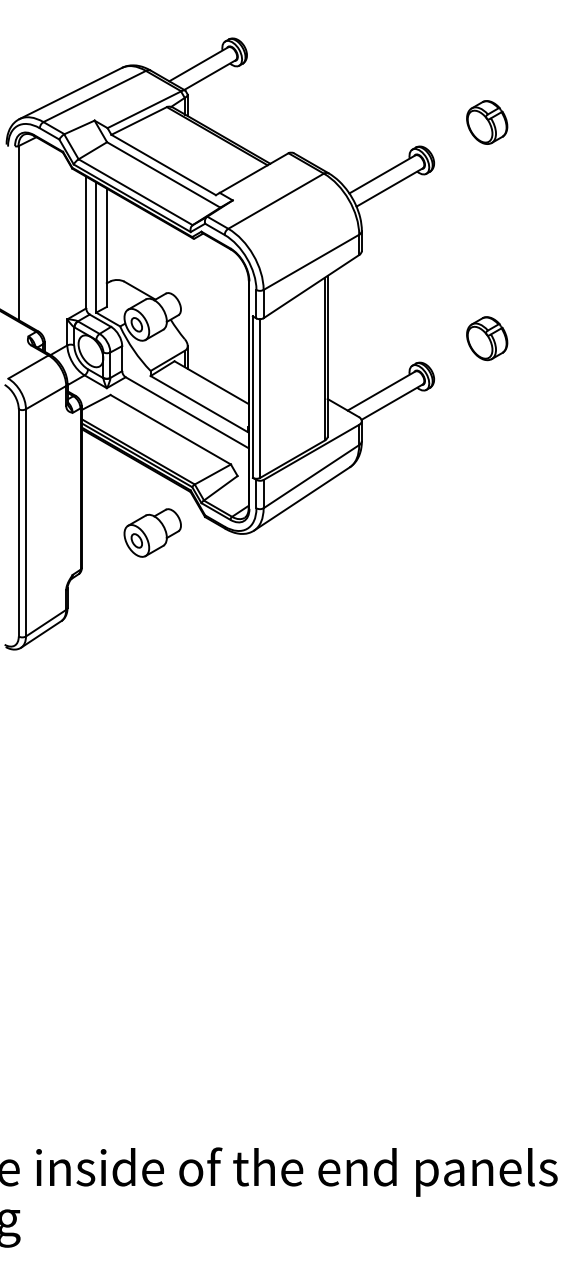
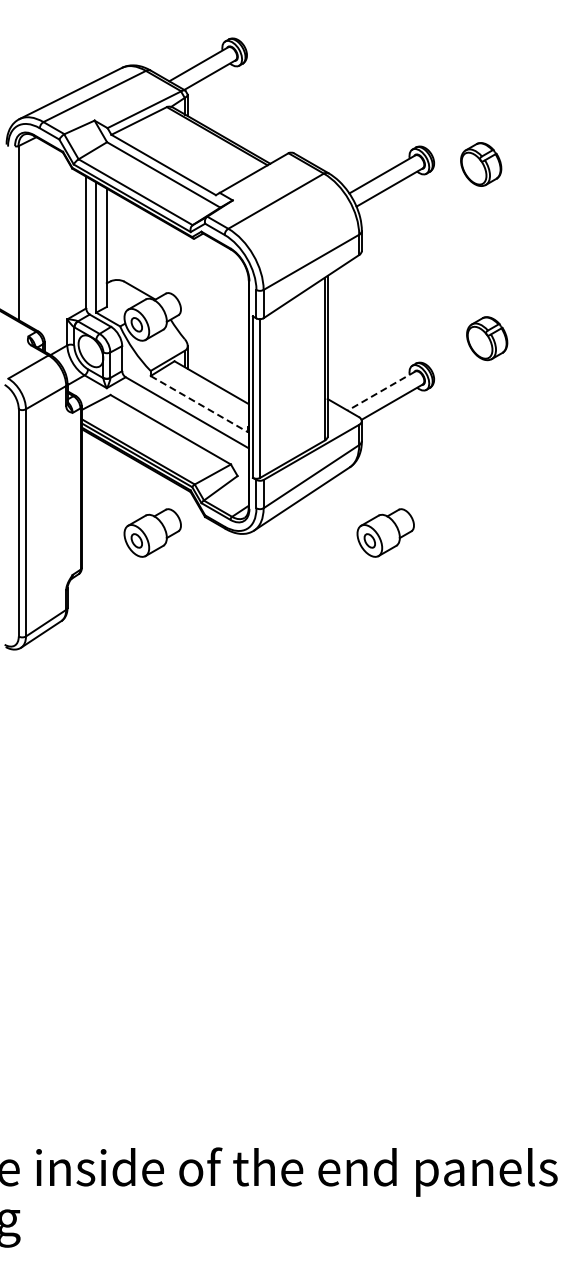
part at (487, 122) position: (487, 122) -> (481, 164)
line at (381, 391): solid -> dashed
line at (199, 404): solid -> dashed
part at (385, 532): none -> present
